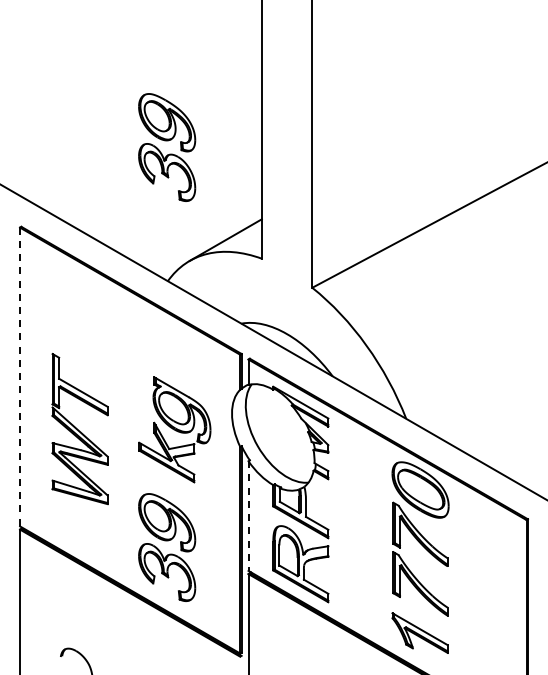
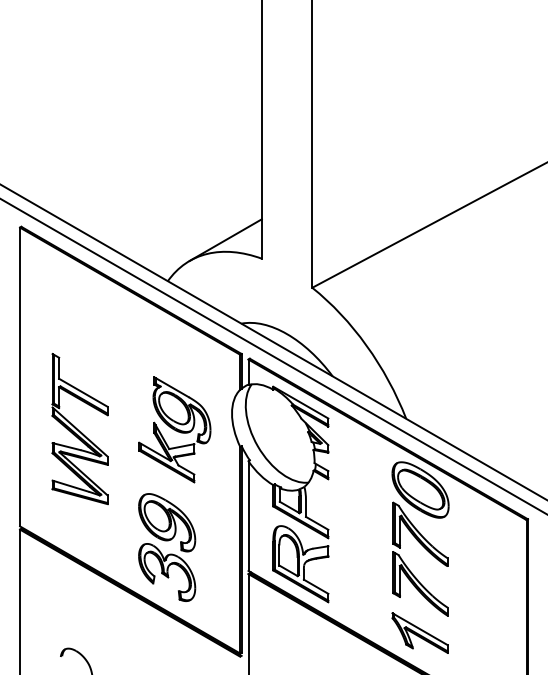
part at (167, 147): present -> none
line at (273, 356): none -> present
line at (20, 377): dashed -> solid
line at (248, 516): dashed -> solid
